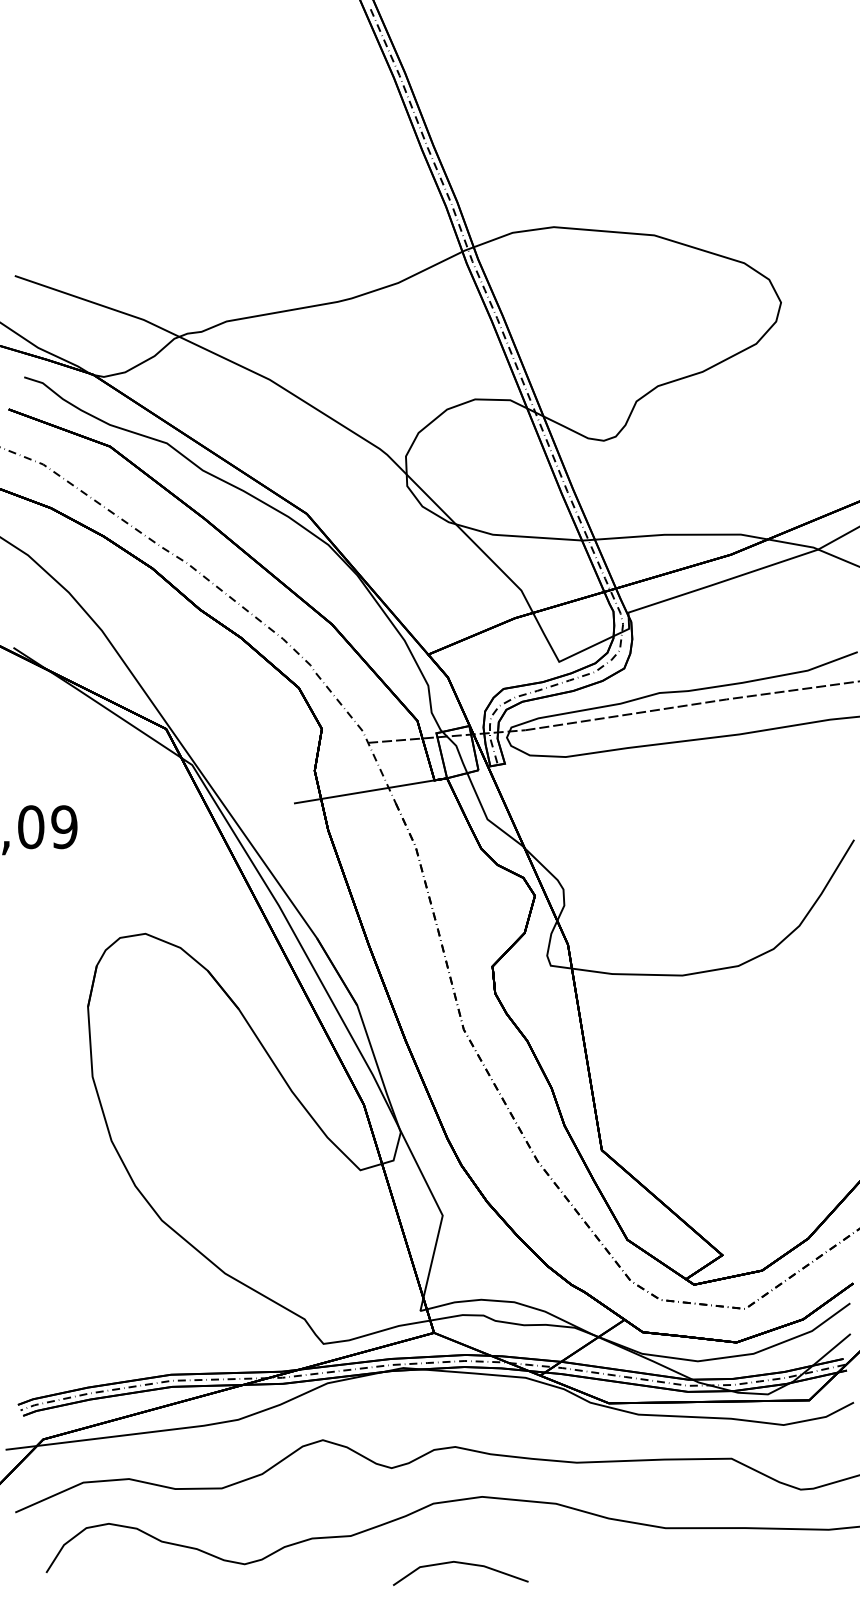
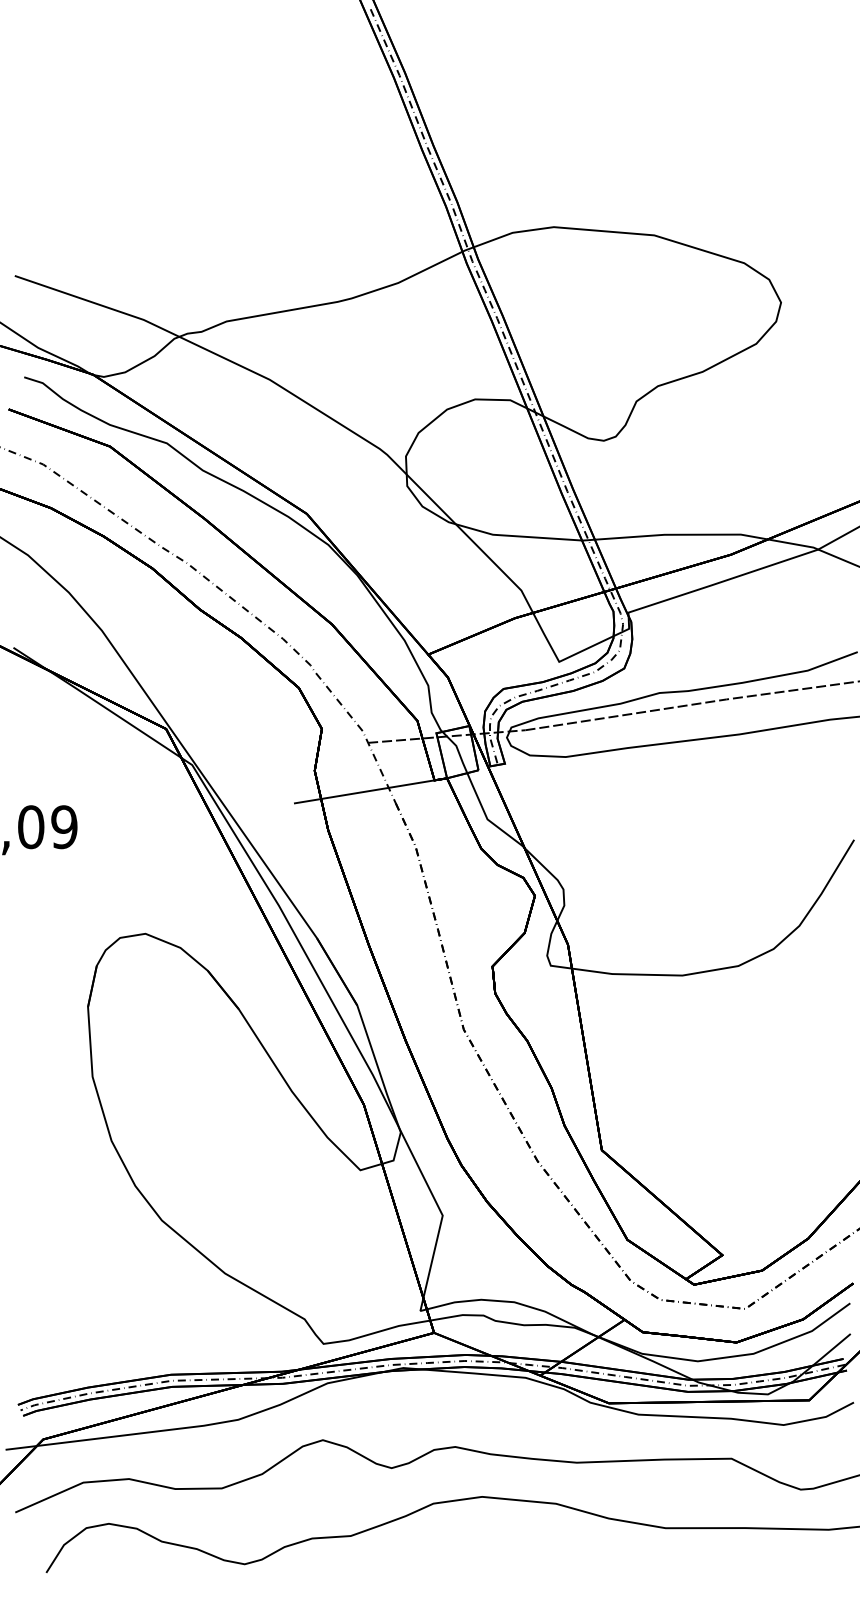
line at (463, 1564): present -> none
